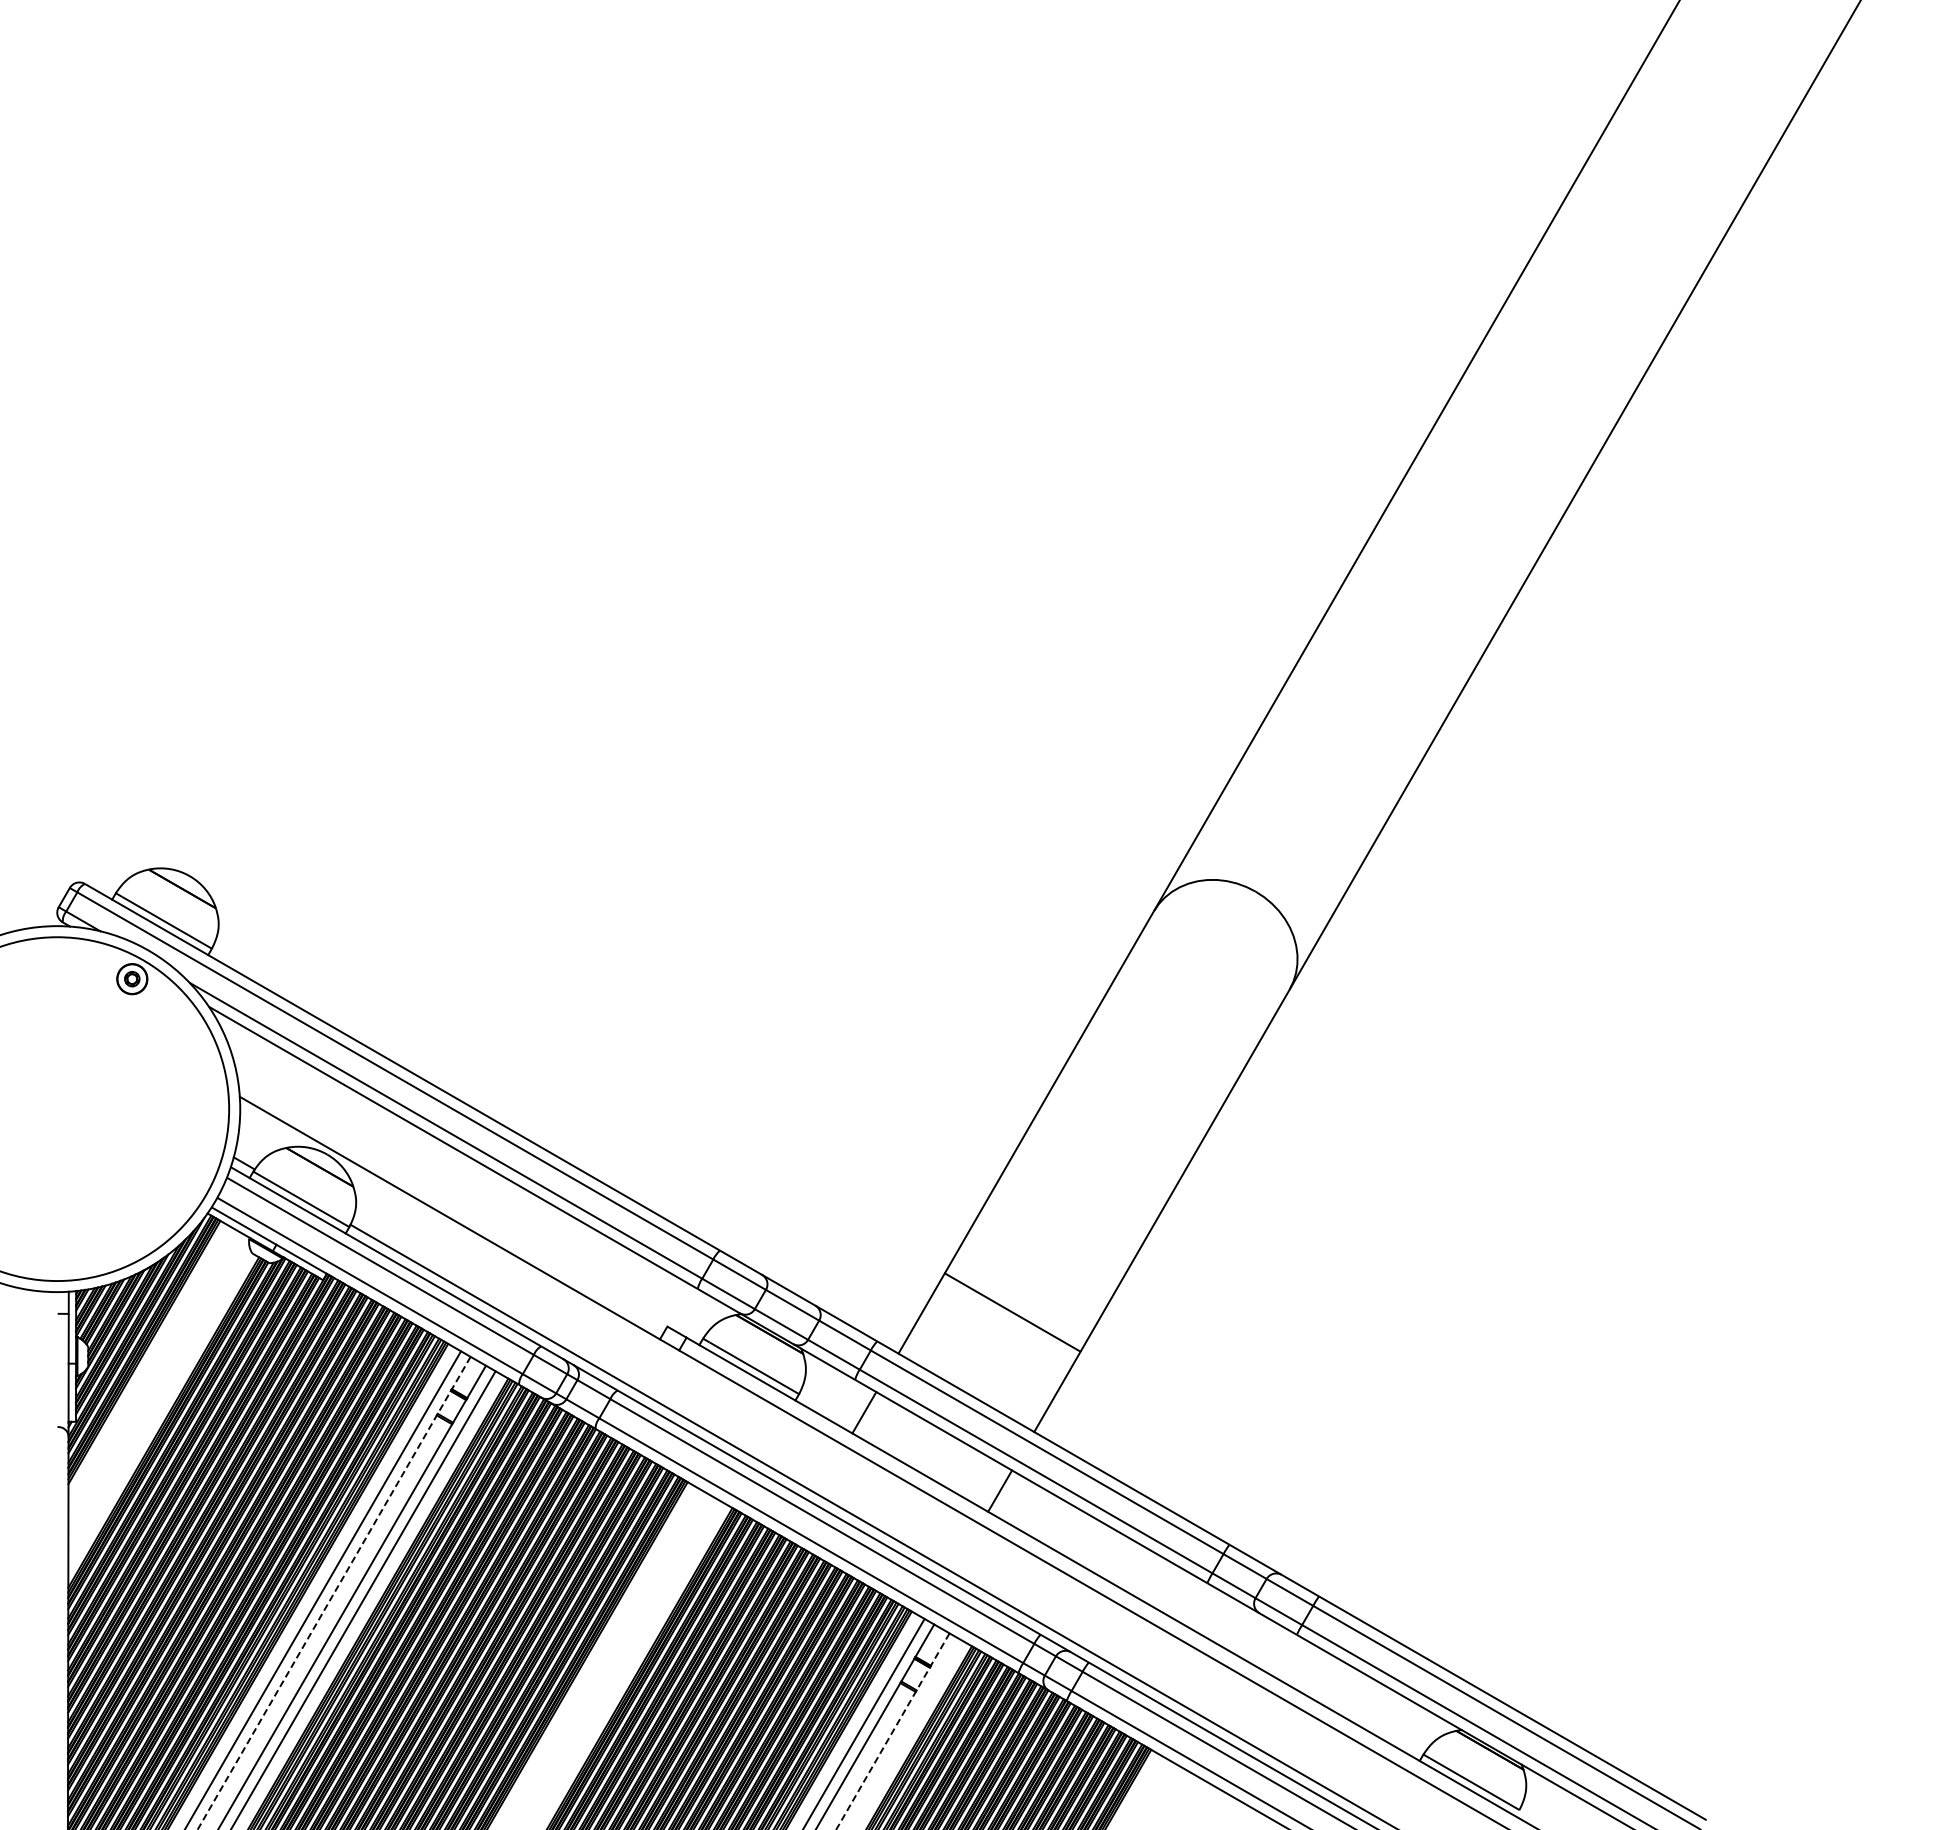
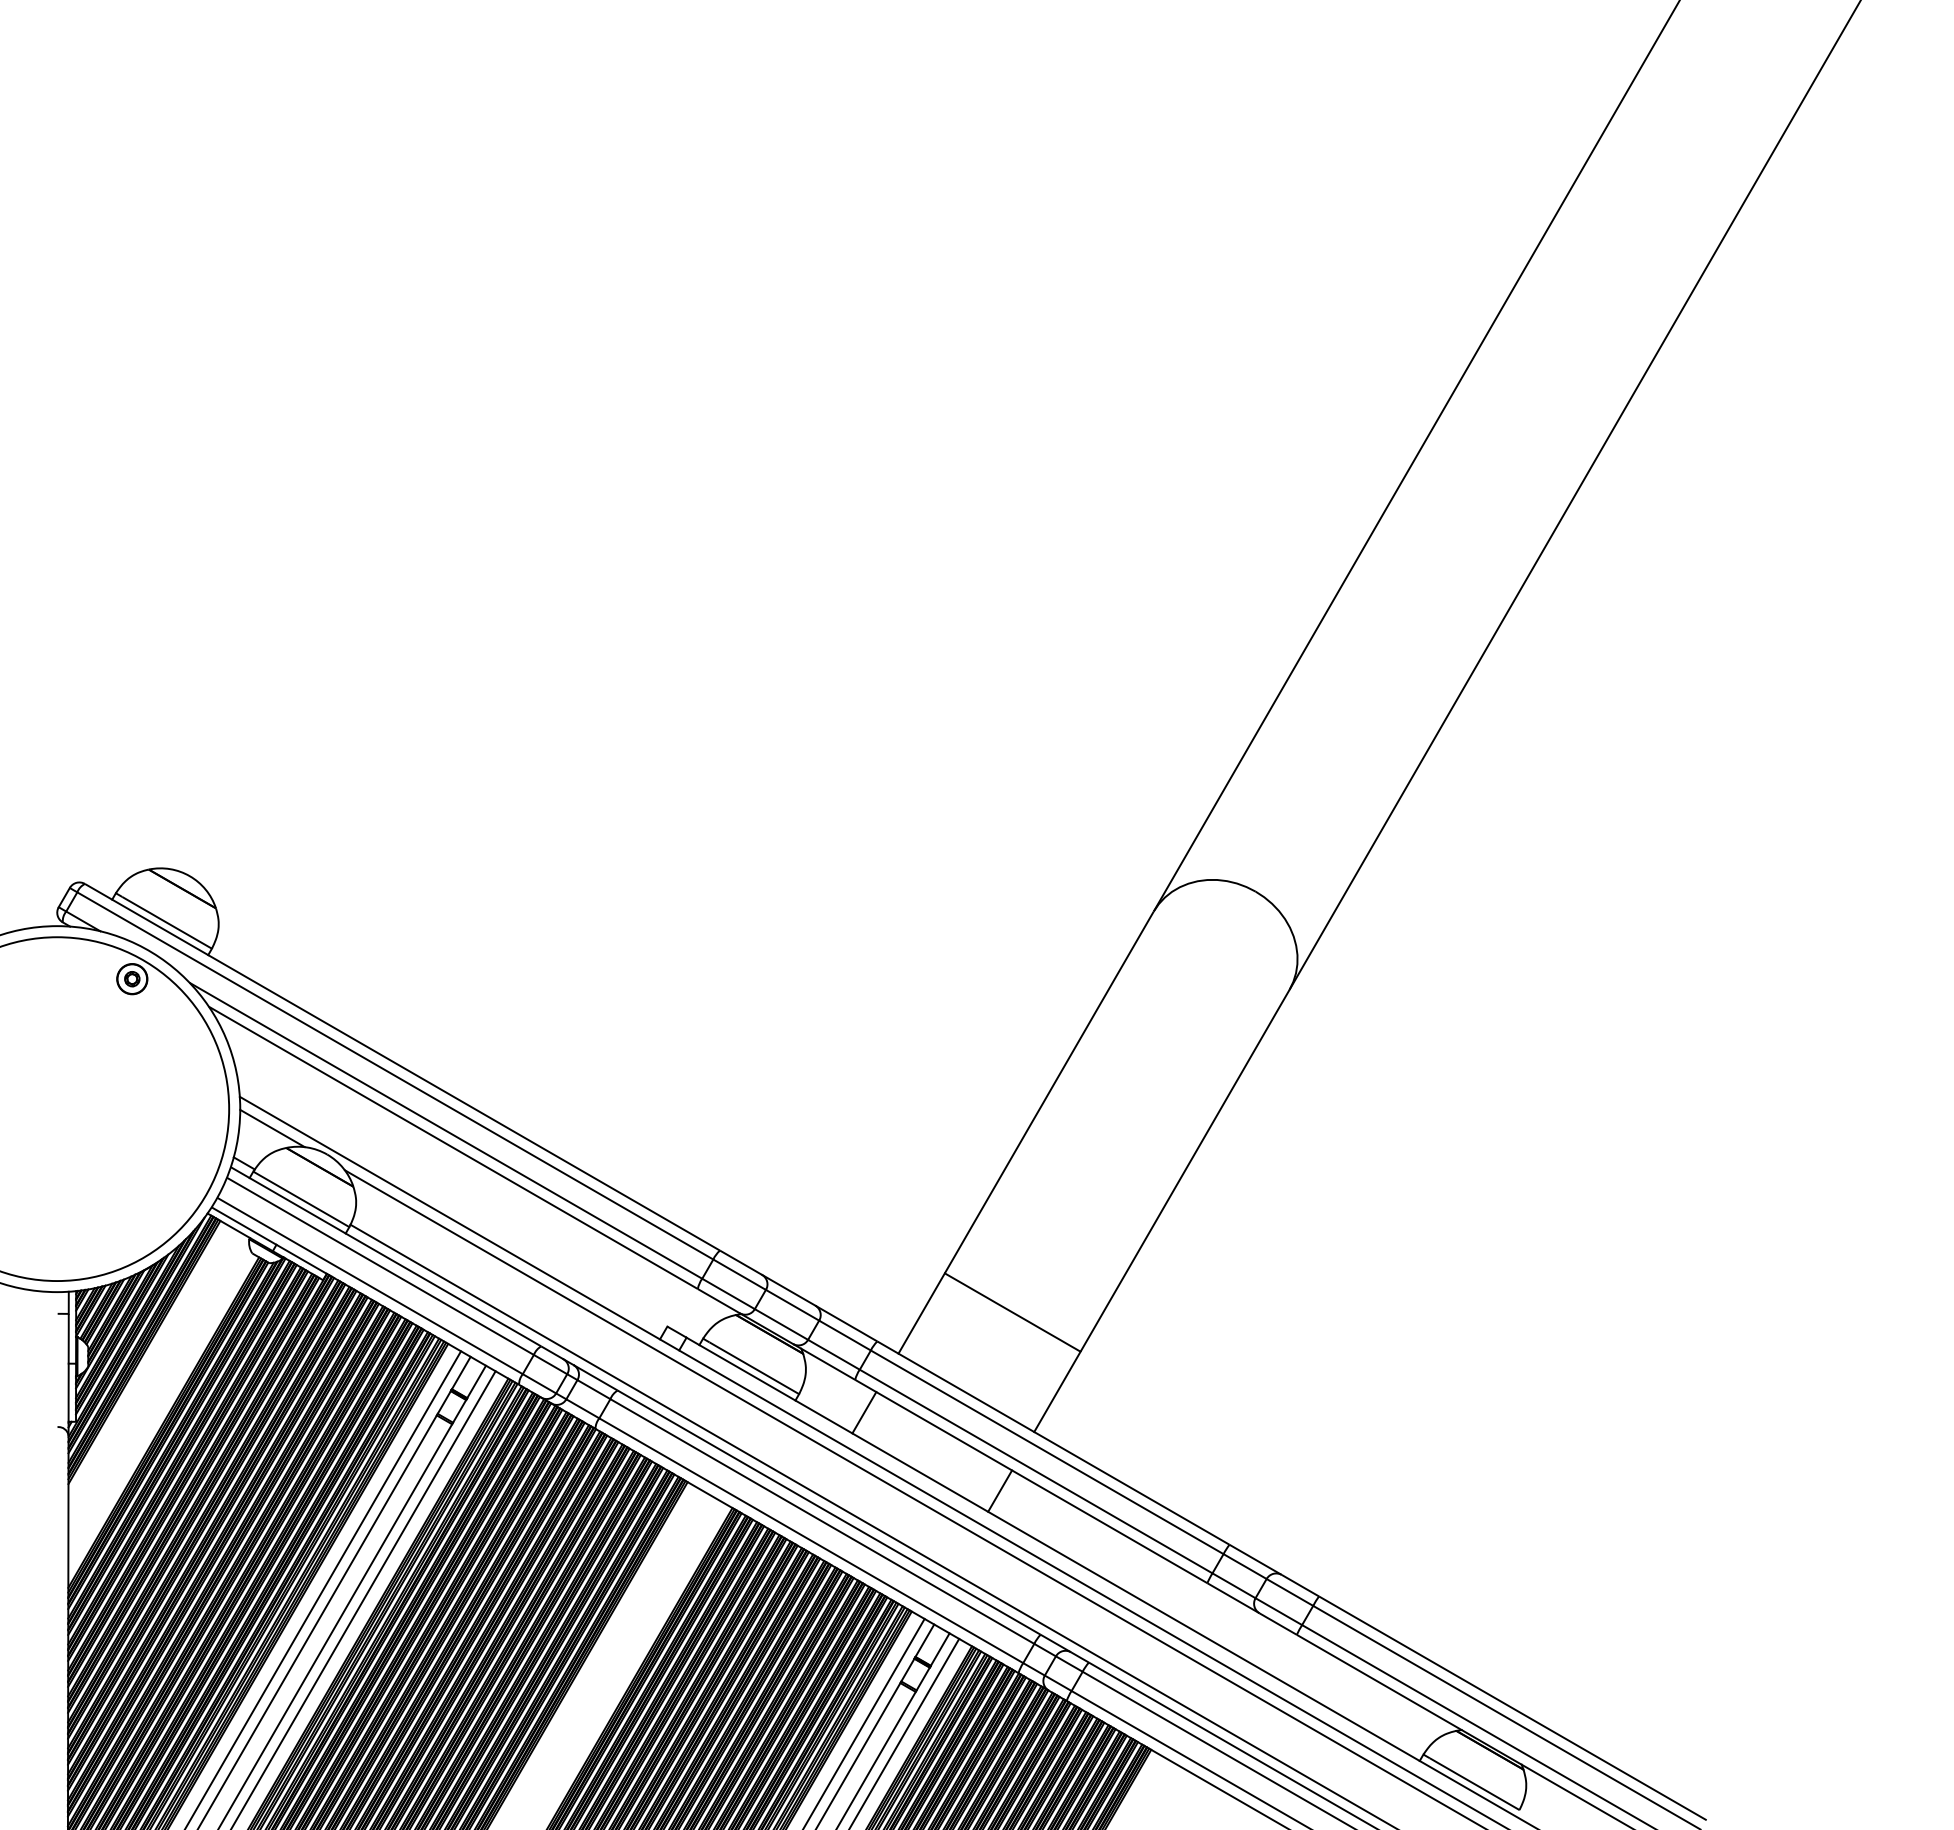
line at (272, 1128): none -> present
line at (913, 1498): none -> present
line at (334, 1593): dashed -> solid
line at (892, 1732): dashed -> solid
line at (904, 1732): none -> present
